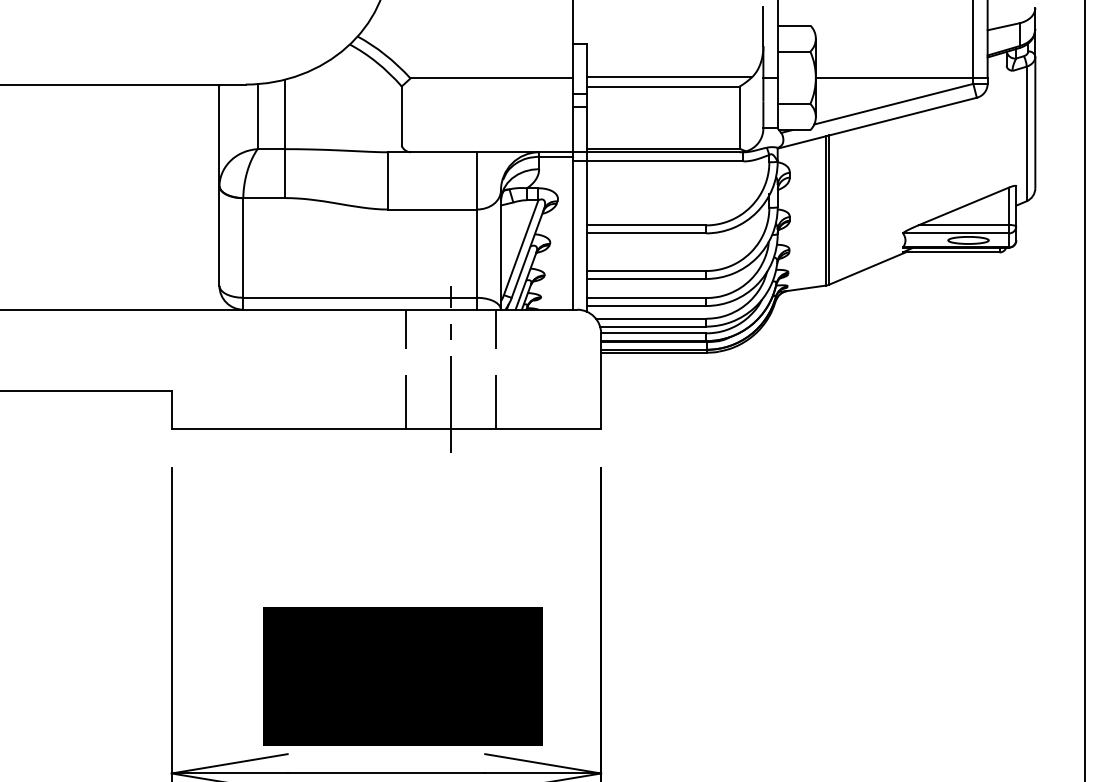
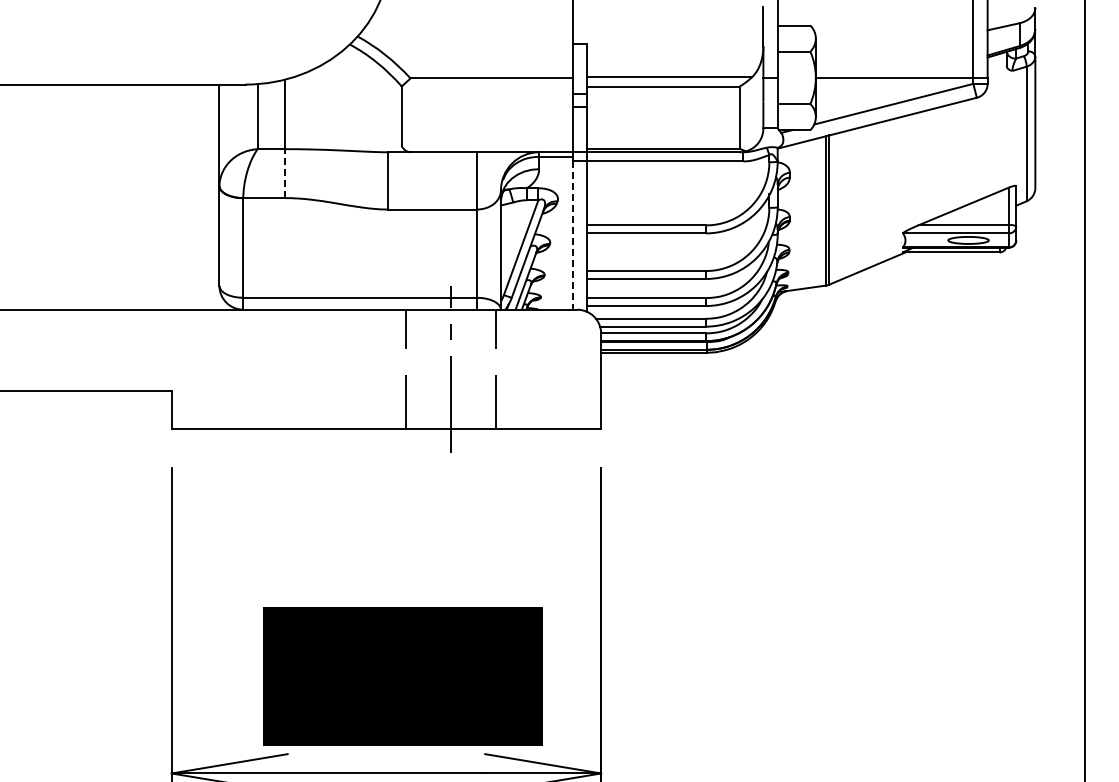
line at (284, 173): solid -> dashed
line at (572, 235): solid -> dashed
